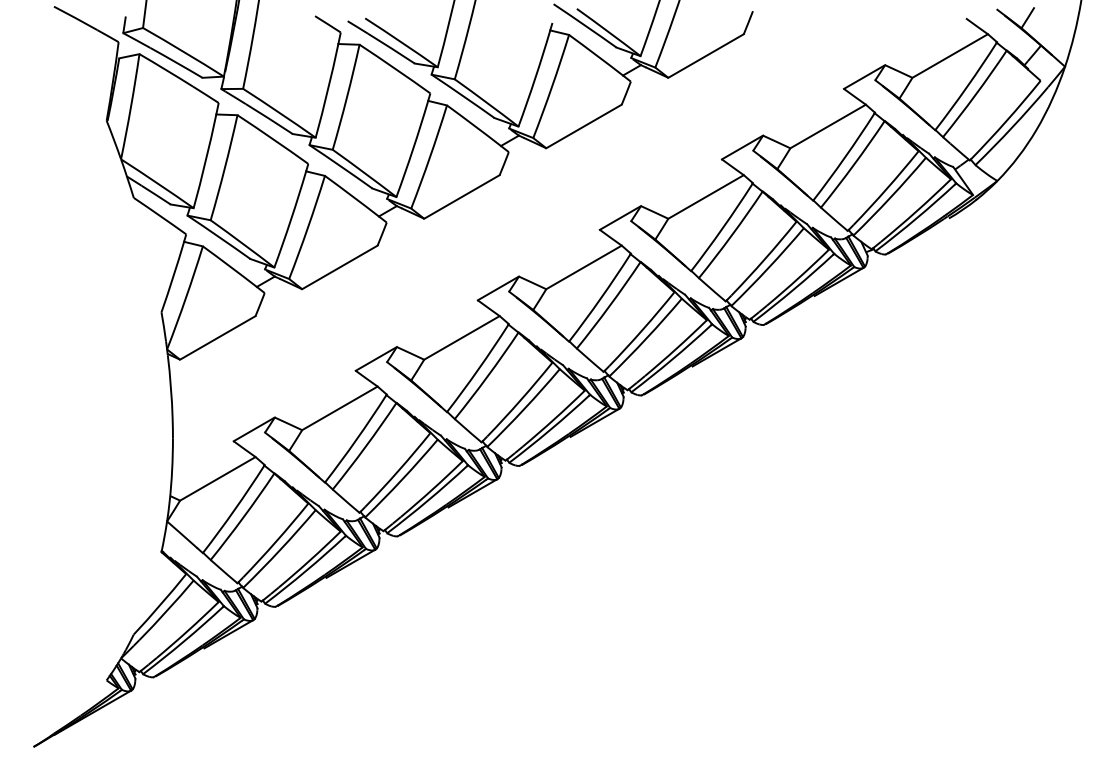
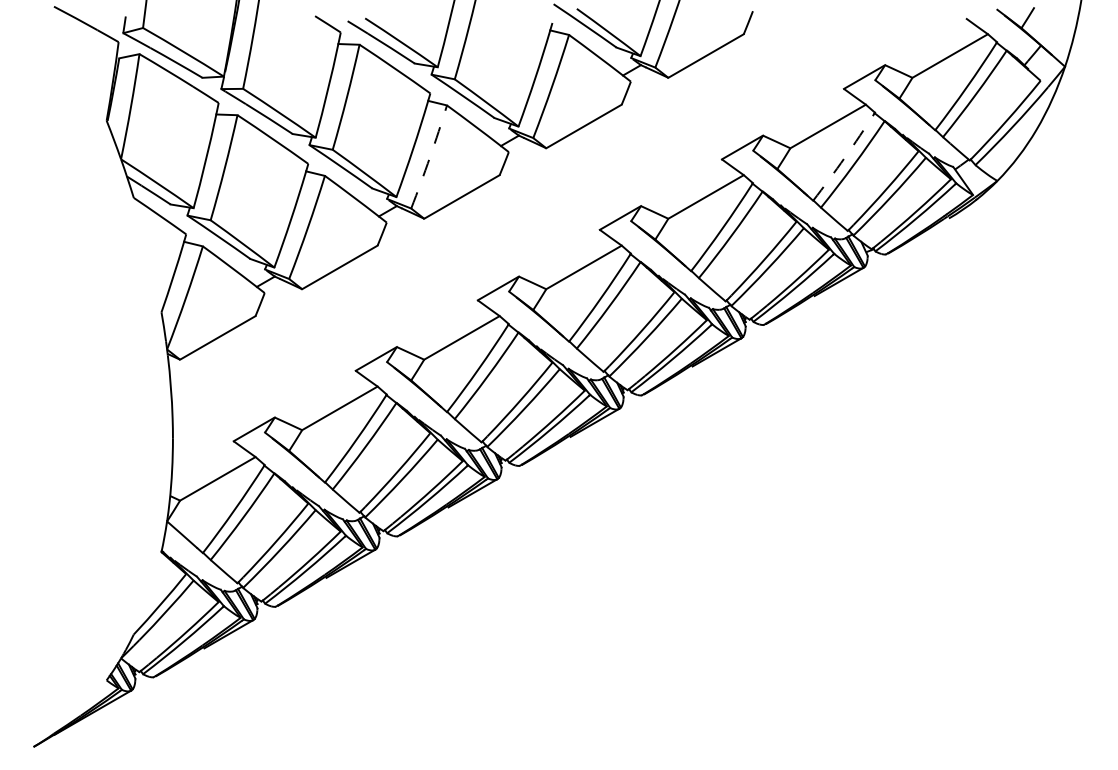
arc at (430, 157): solid -> dashed
arc at (844, 157): solid -> dashed
